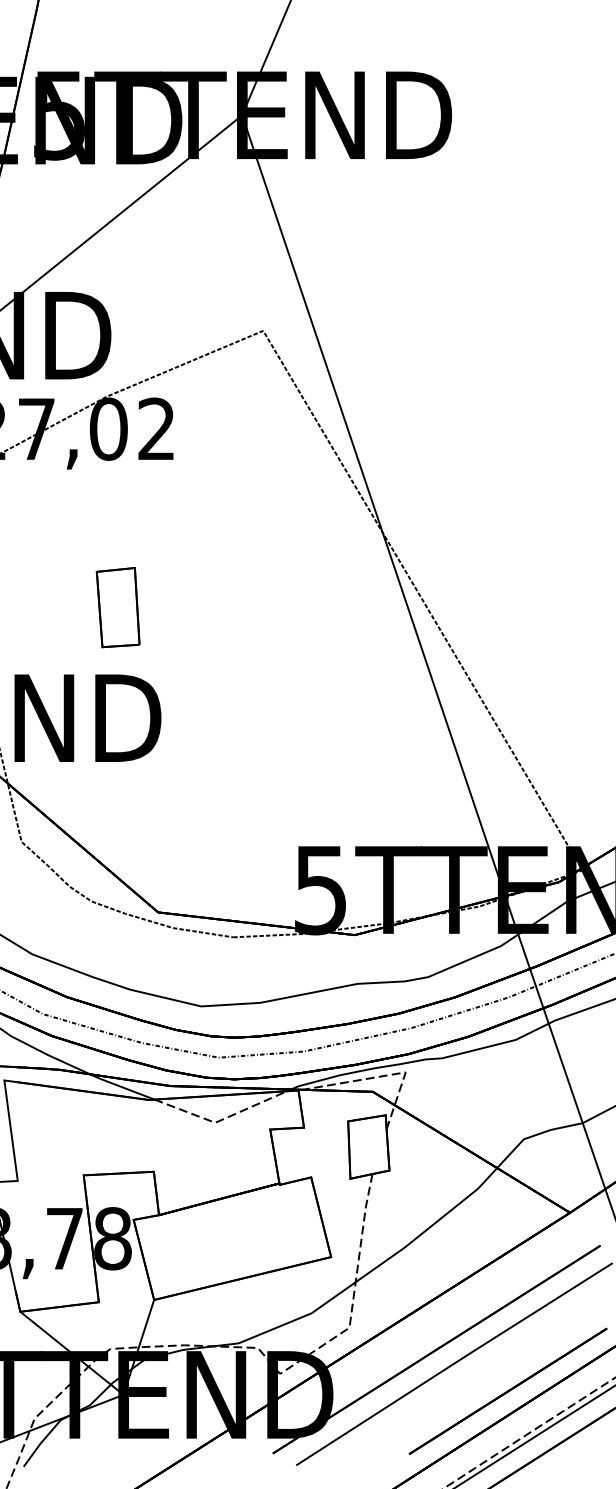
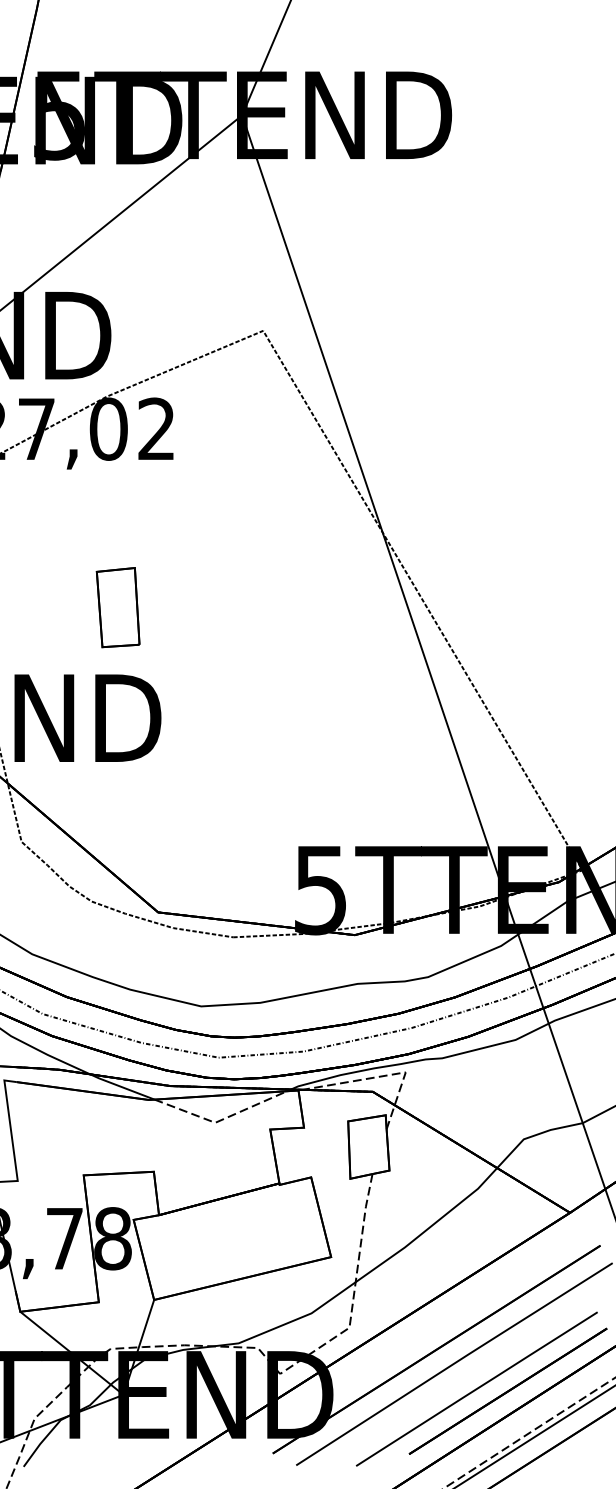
line at (476, 1388): none -> present
